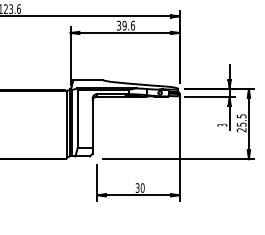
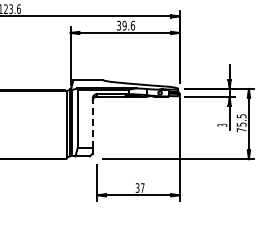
line at (92, 123): solid -> dashed
text at (241, 130): 25.5 -> 75.5
text at (142, 187): 30 -> 37
